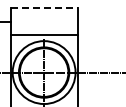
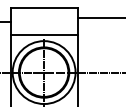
line at (44, 7): dashed -> solid
line at (99, 18): none -> present
